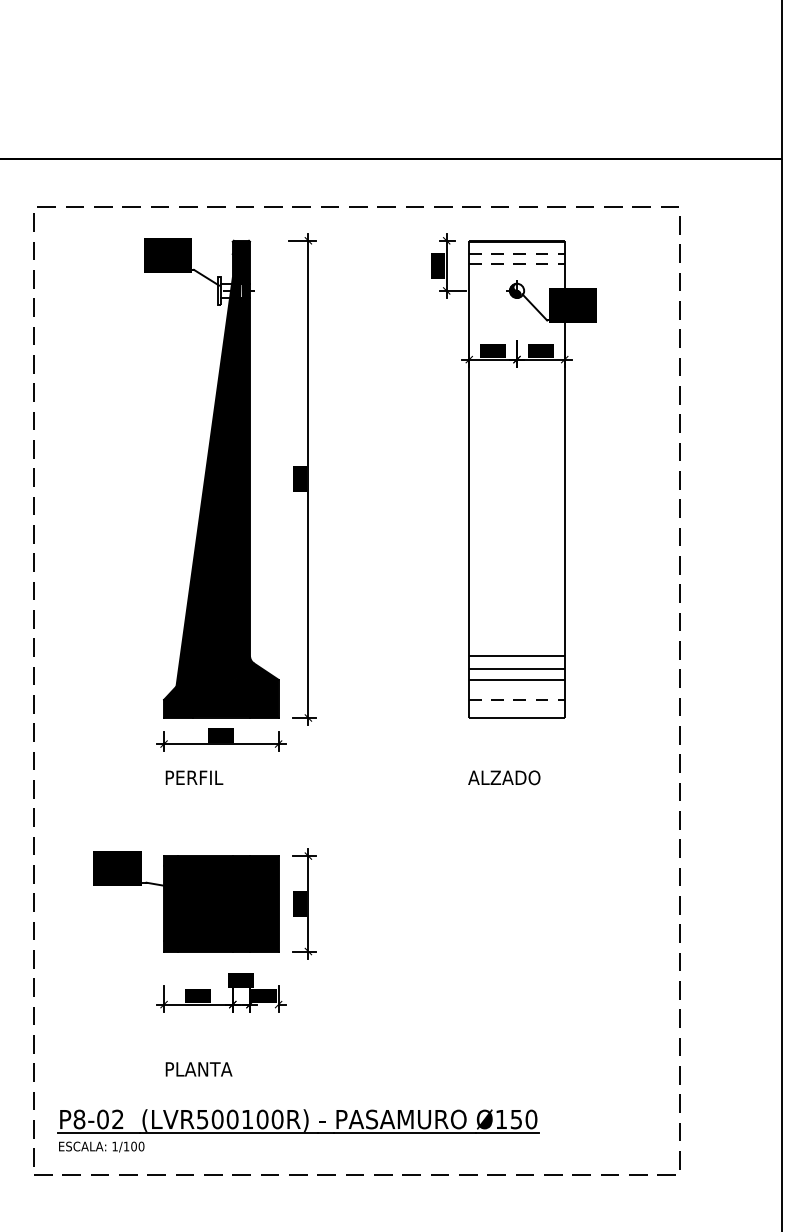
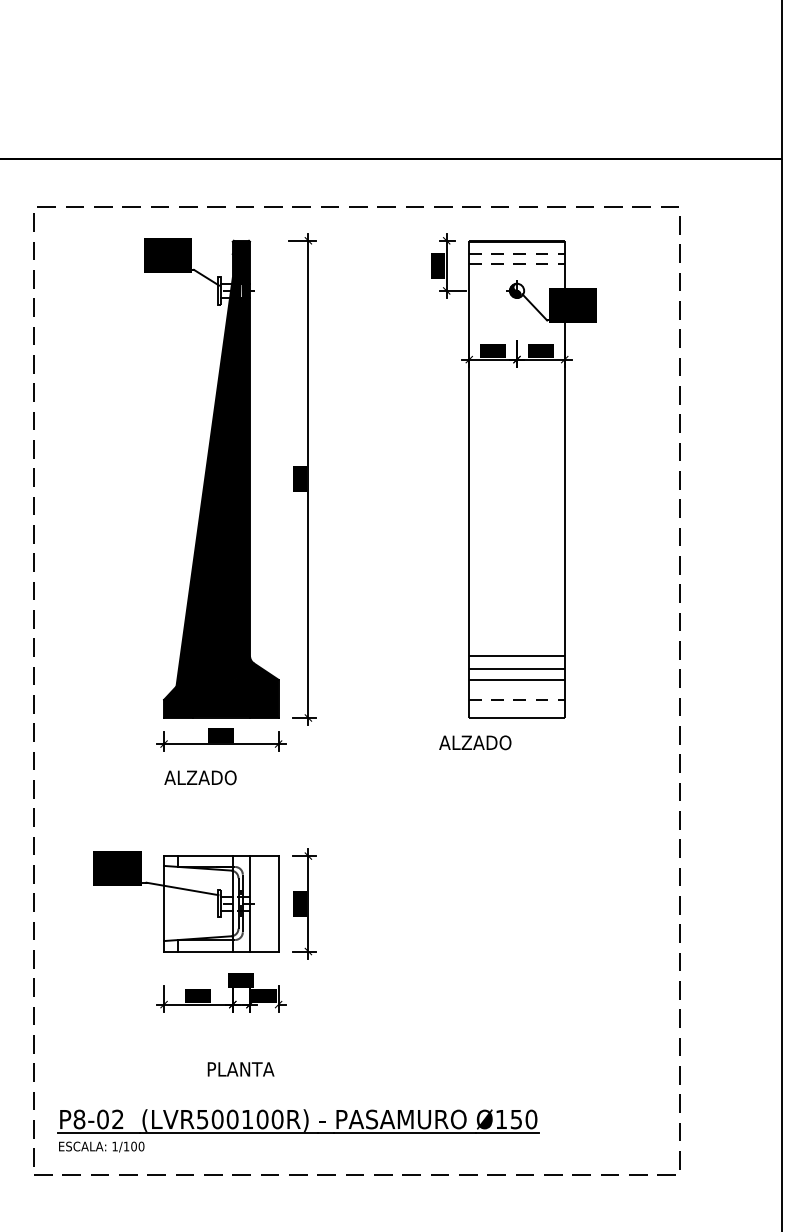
text at (200, 777): PERFIL -> ALZADO
text at (504, 777) position: (504, 777) -> (475, 742)
fill at (221, 903): present -> none
text at (198, 1069) position: (198, 1069) -> (240, 1069)
